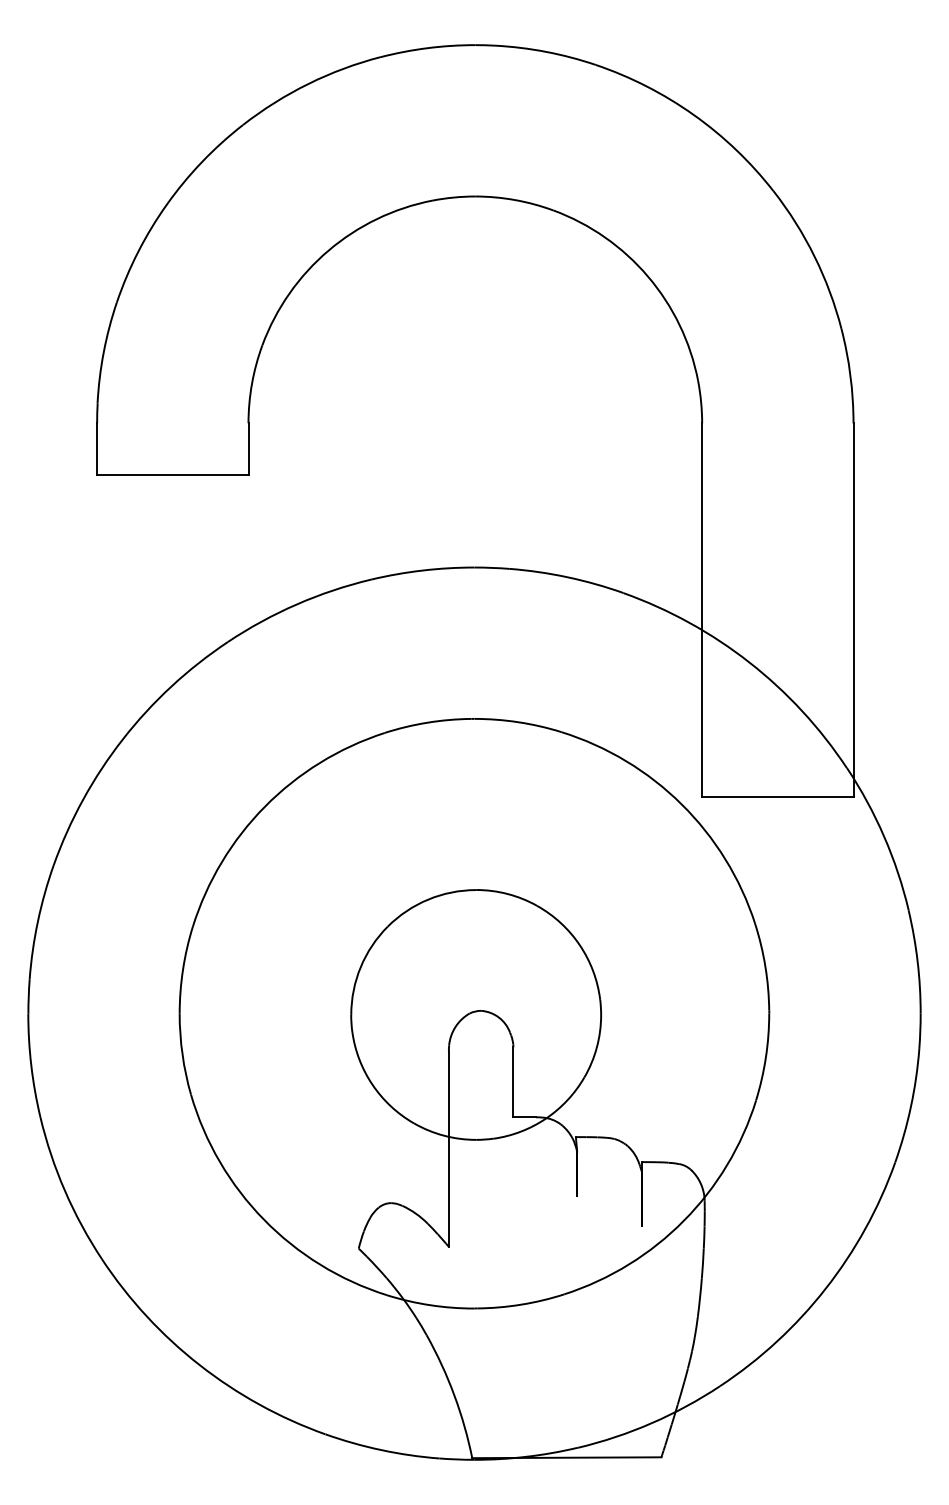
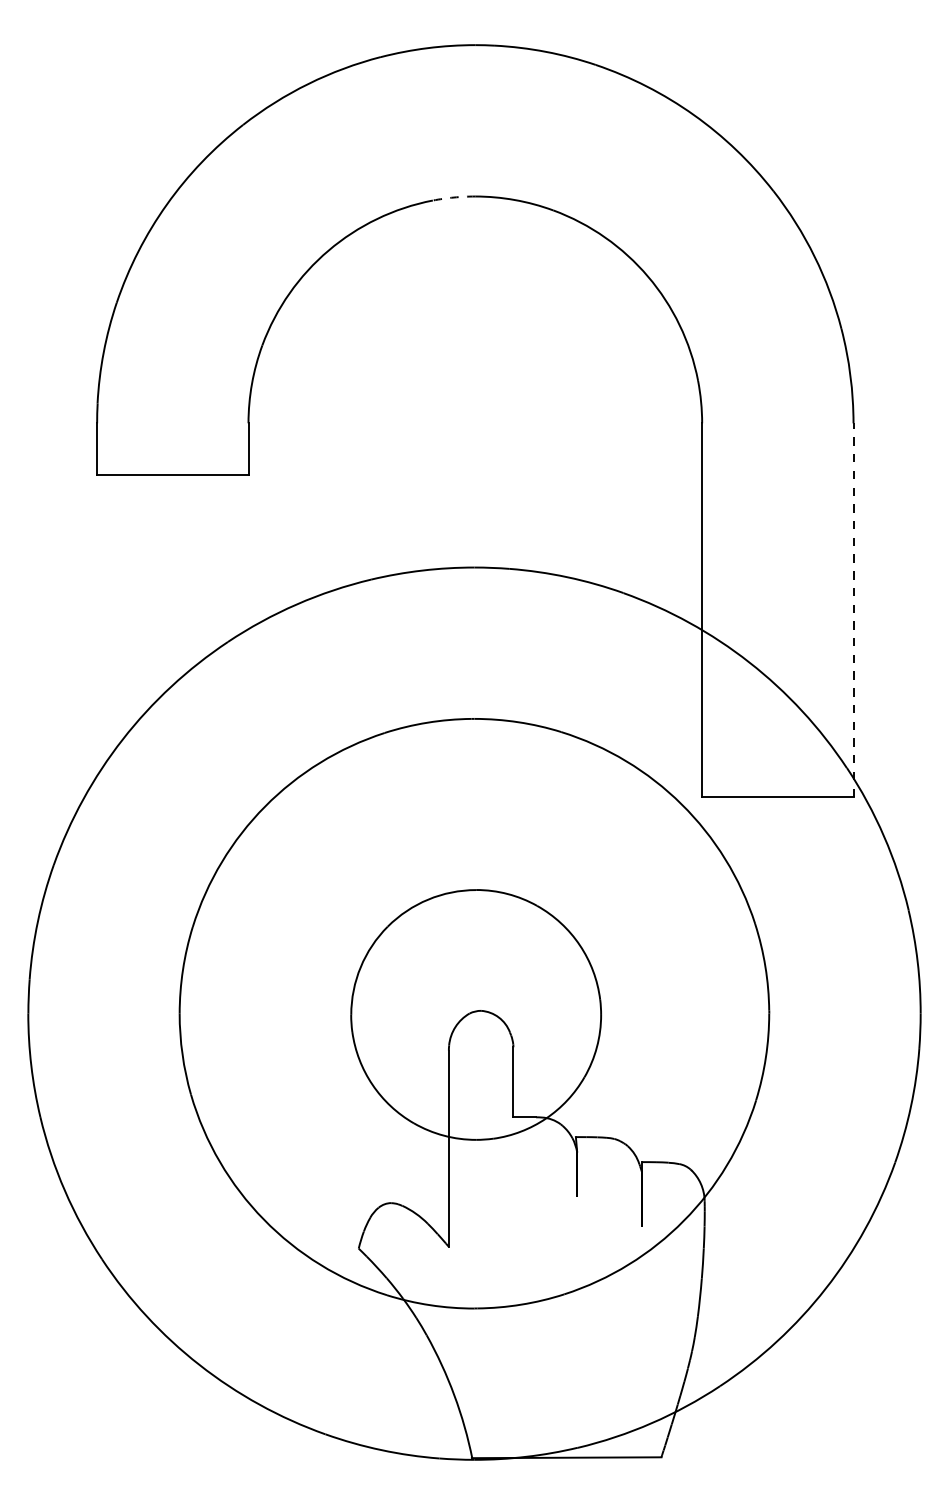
arc at (454, 197): solid -> dashed
line at (853, 610): solid -> dashed
